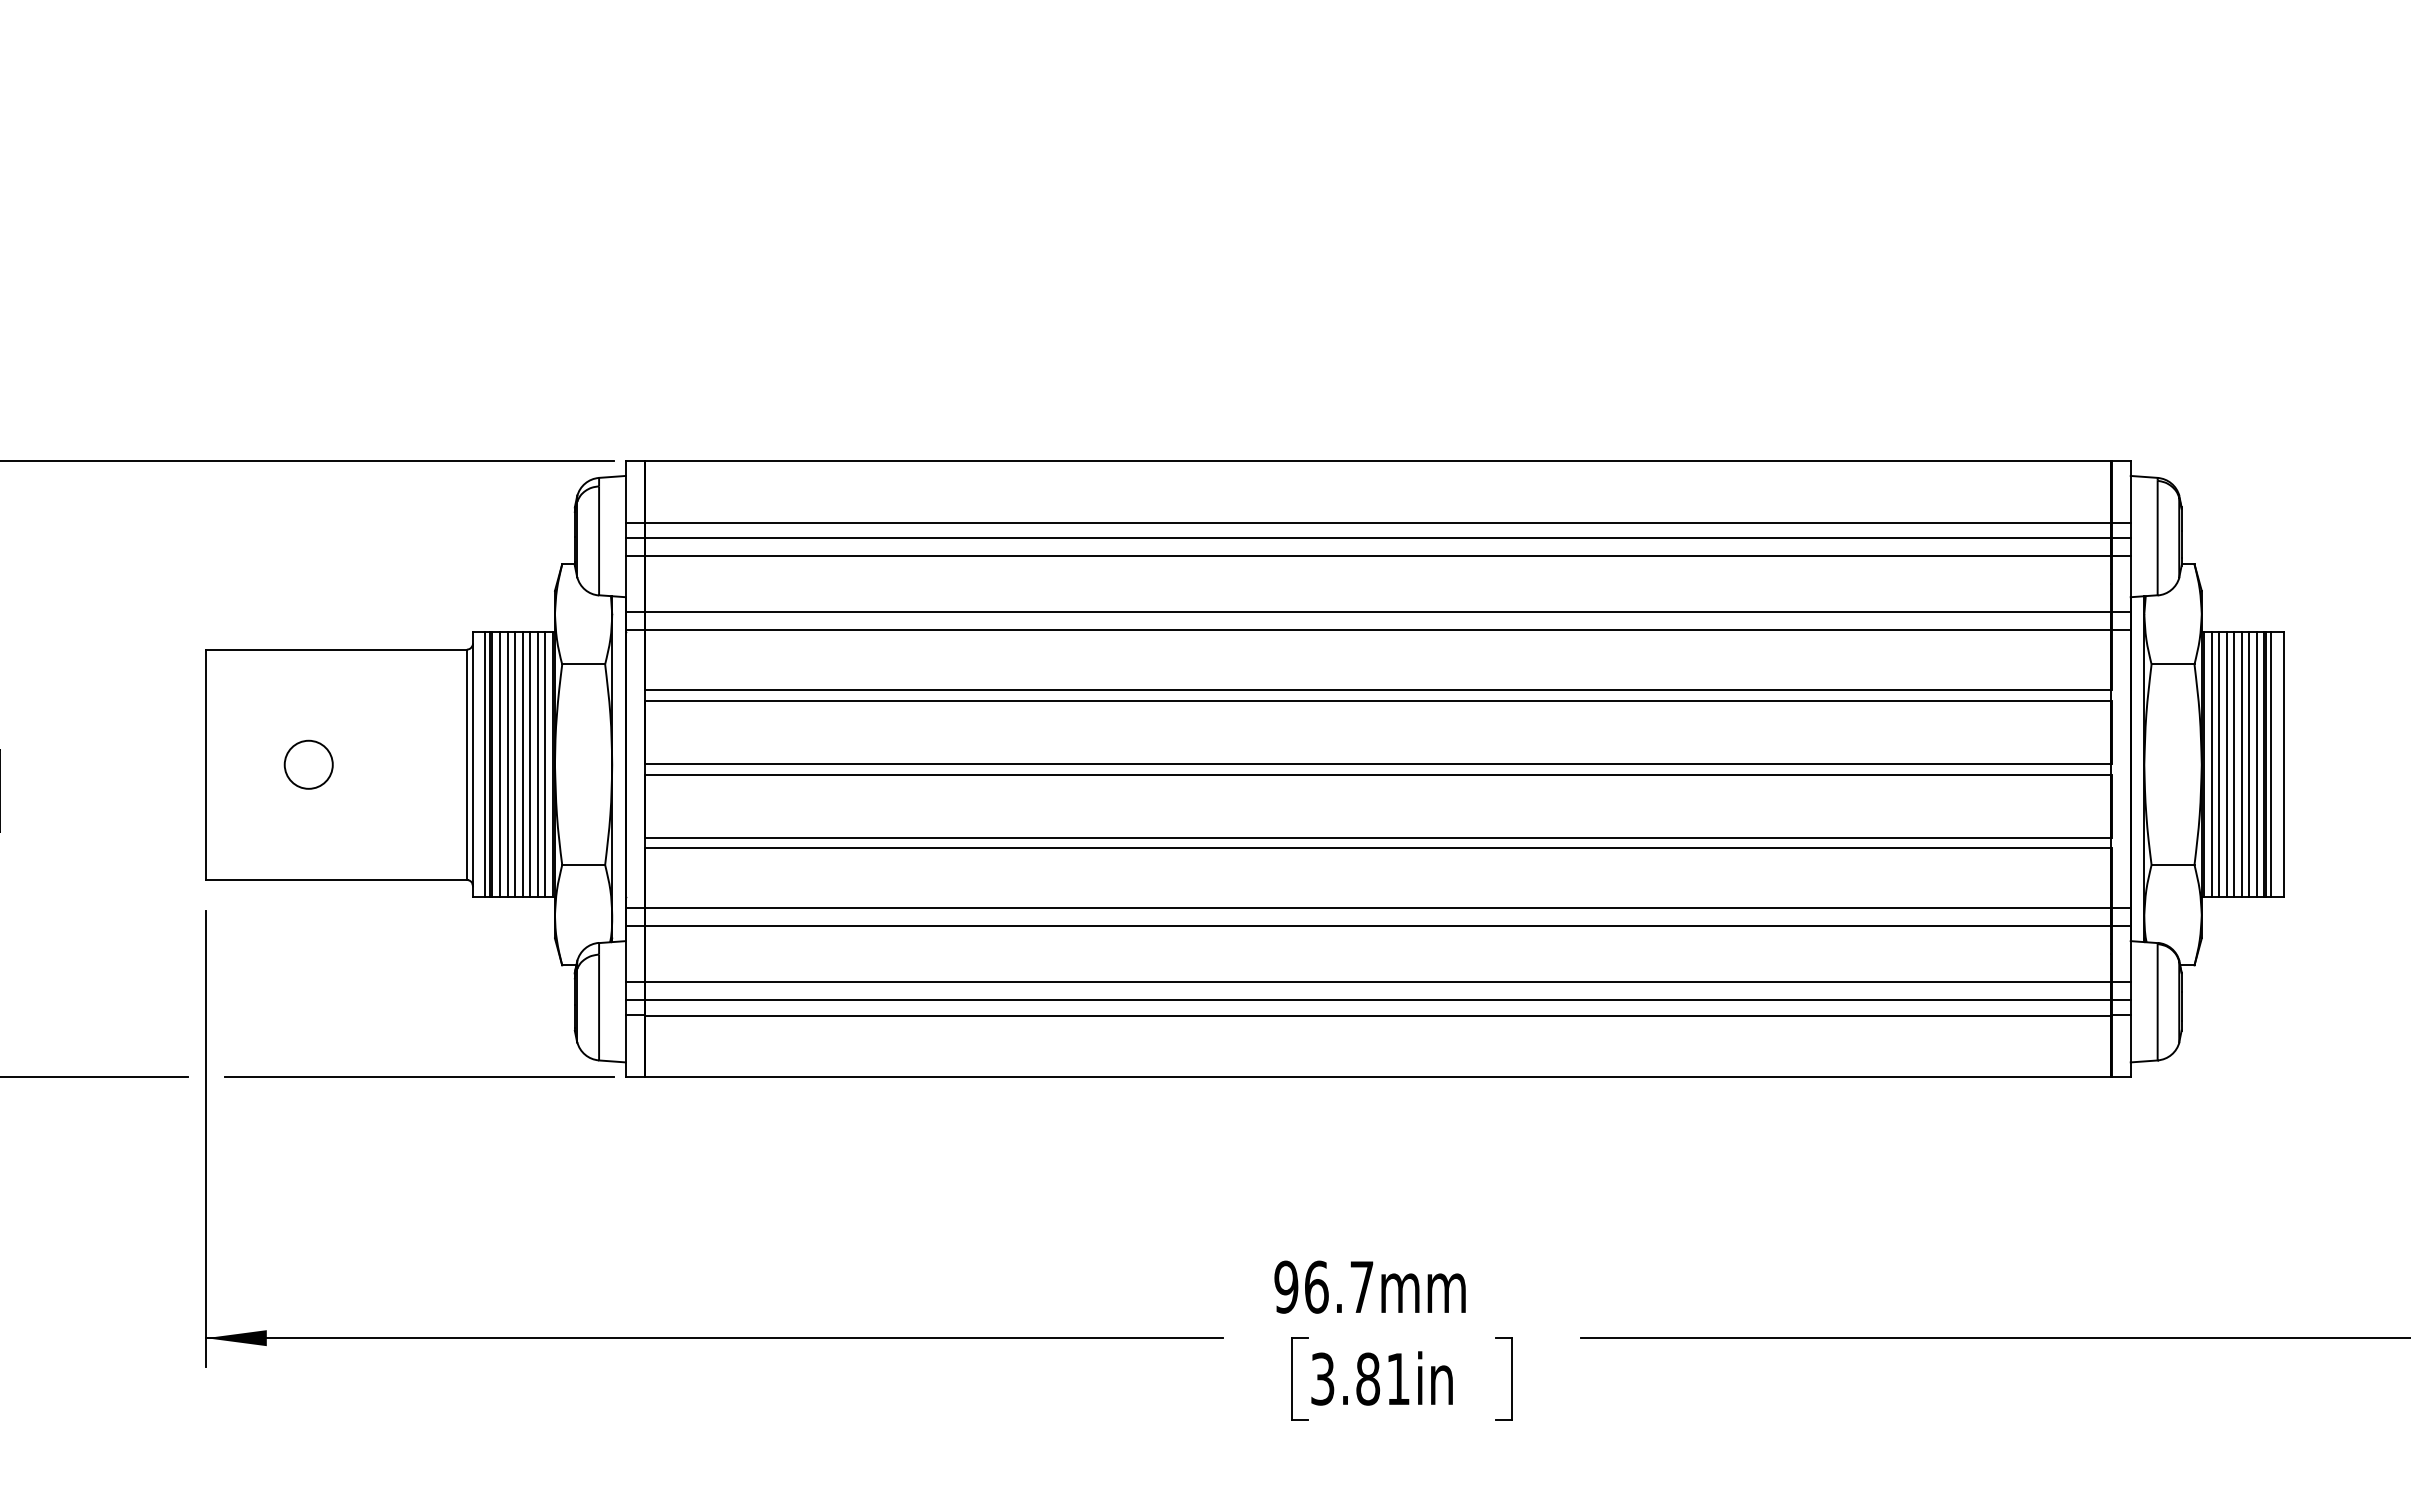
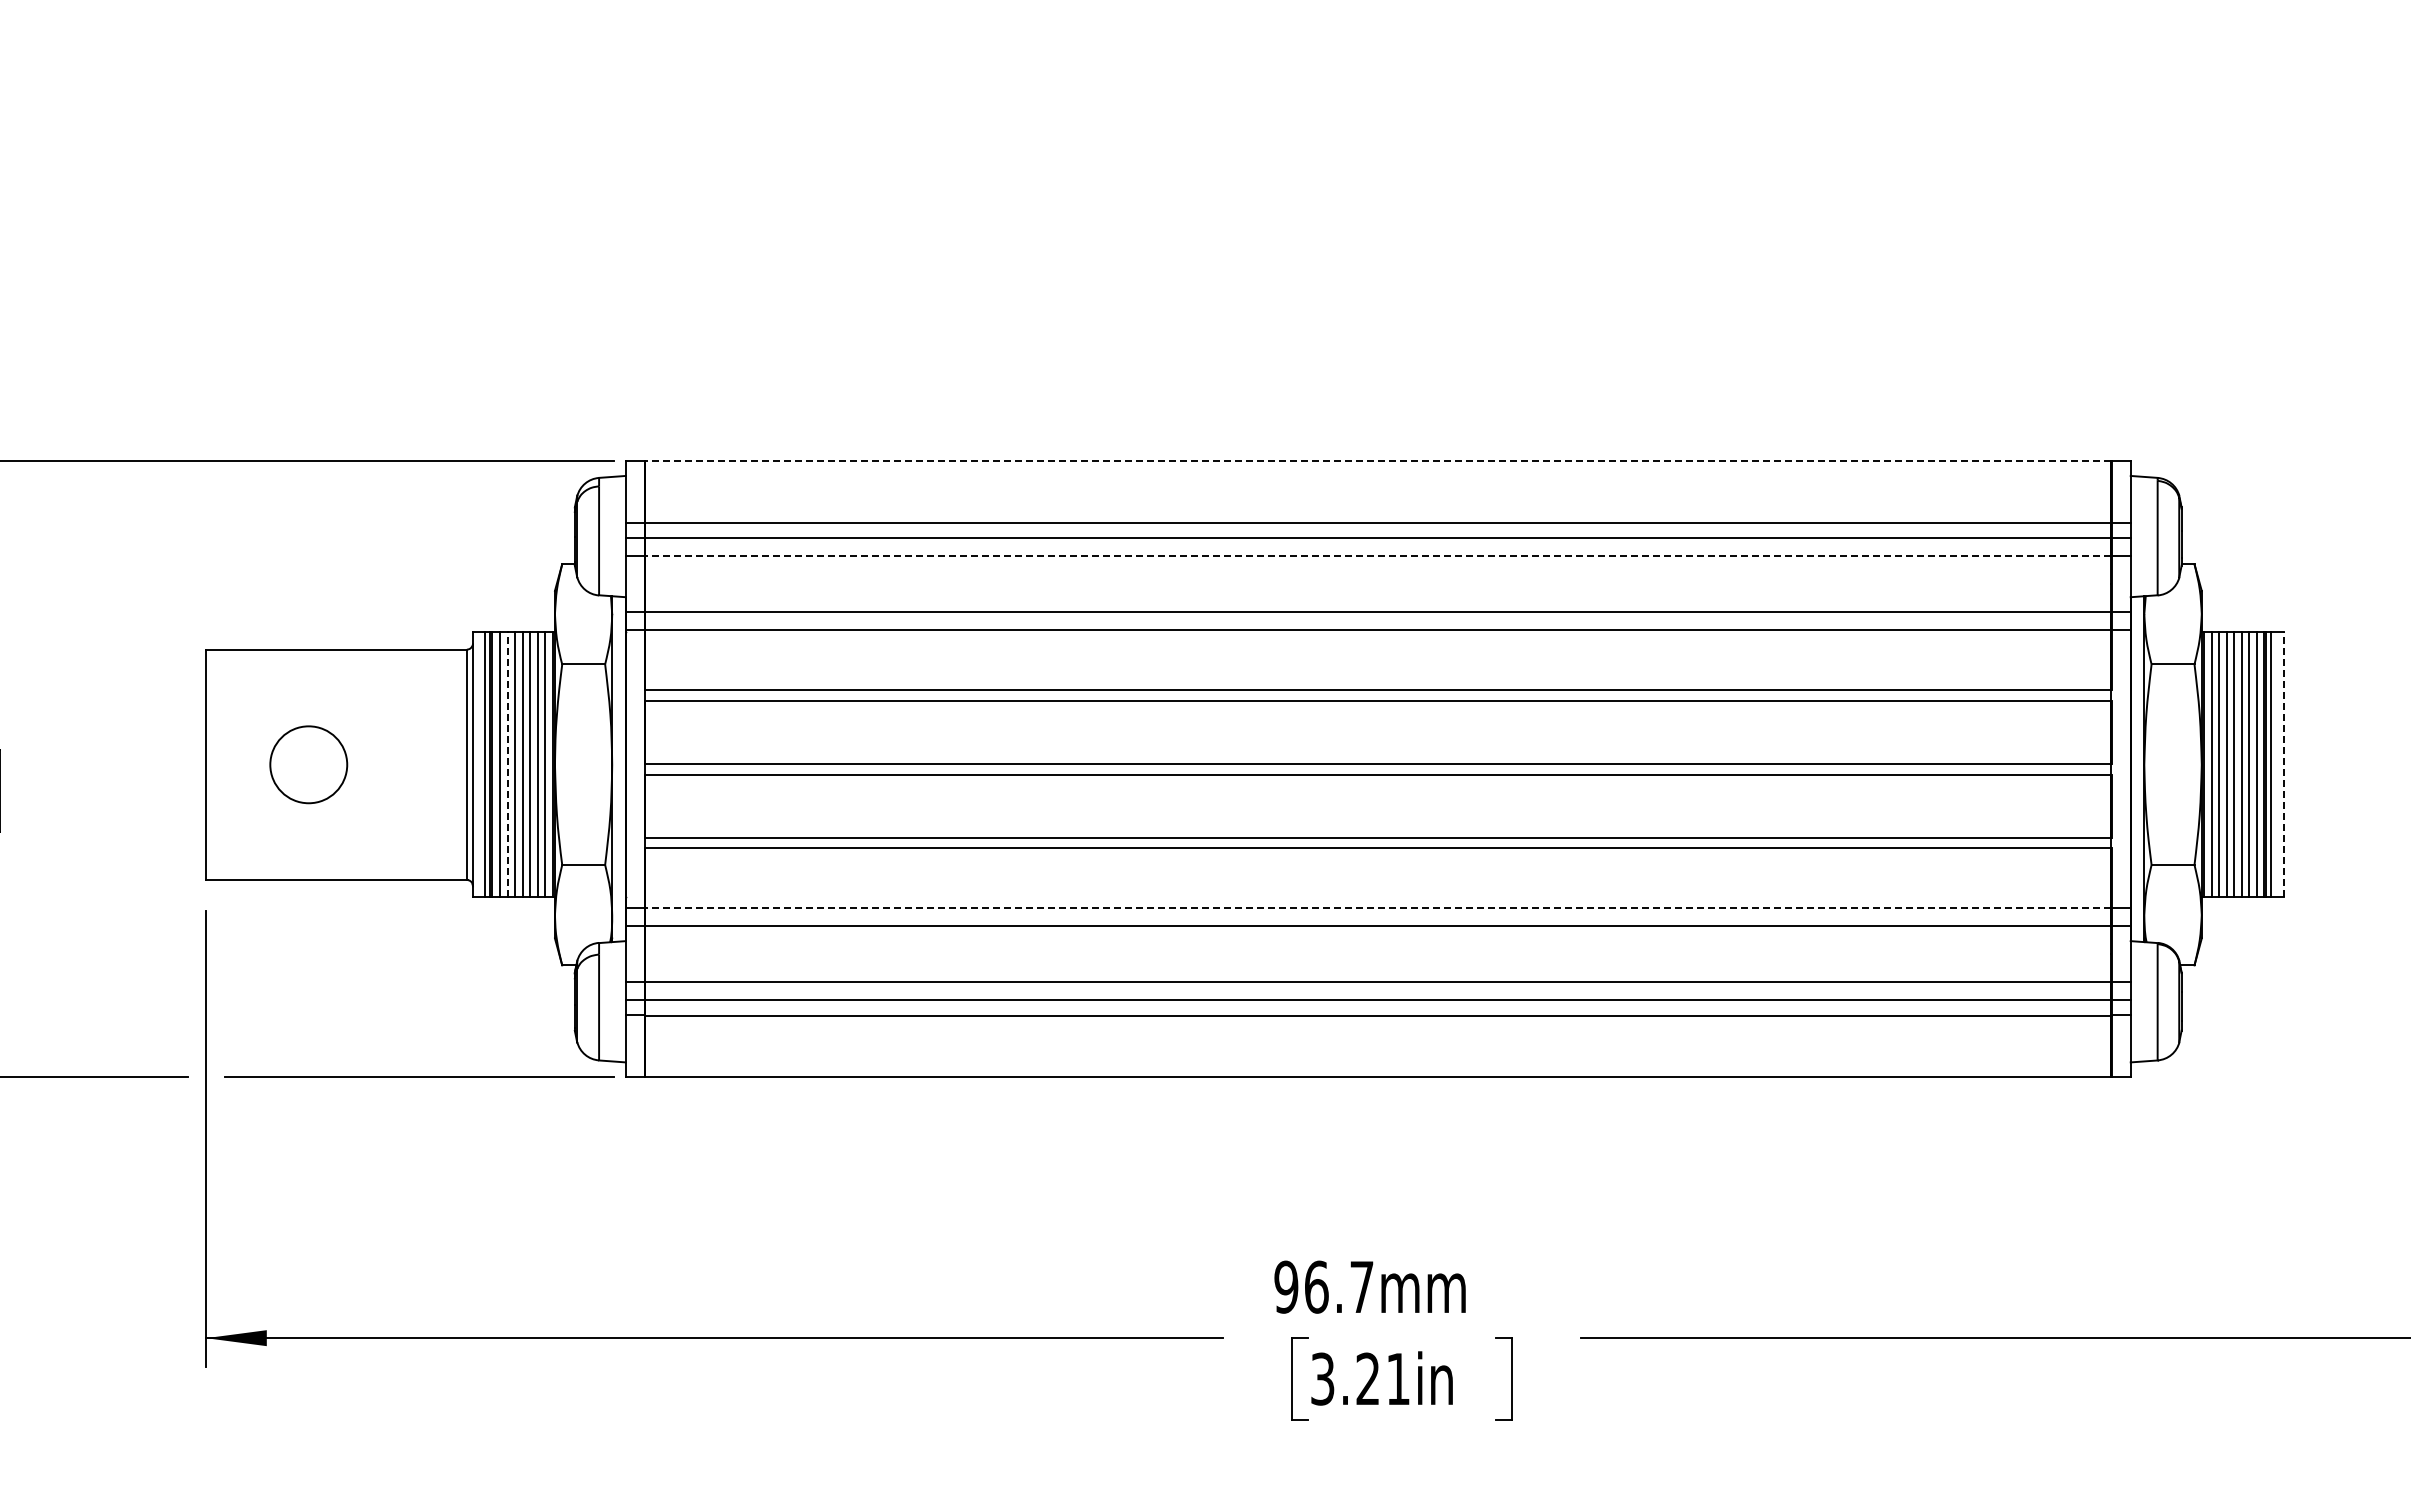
line at (1377, 461): solid -> dashed
line at (1377, 556): solid -> dashed
circle at (308, 764) diameter: 48 px -> 77 px
line at (507, 764): solid -> dashed
line at (2283, 764): solid -> dashed
line at (1377, 907): solid -> dashed
text at (1368, 1378): 3.81in -> 3.21in
